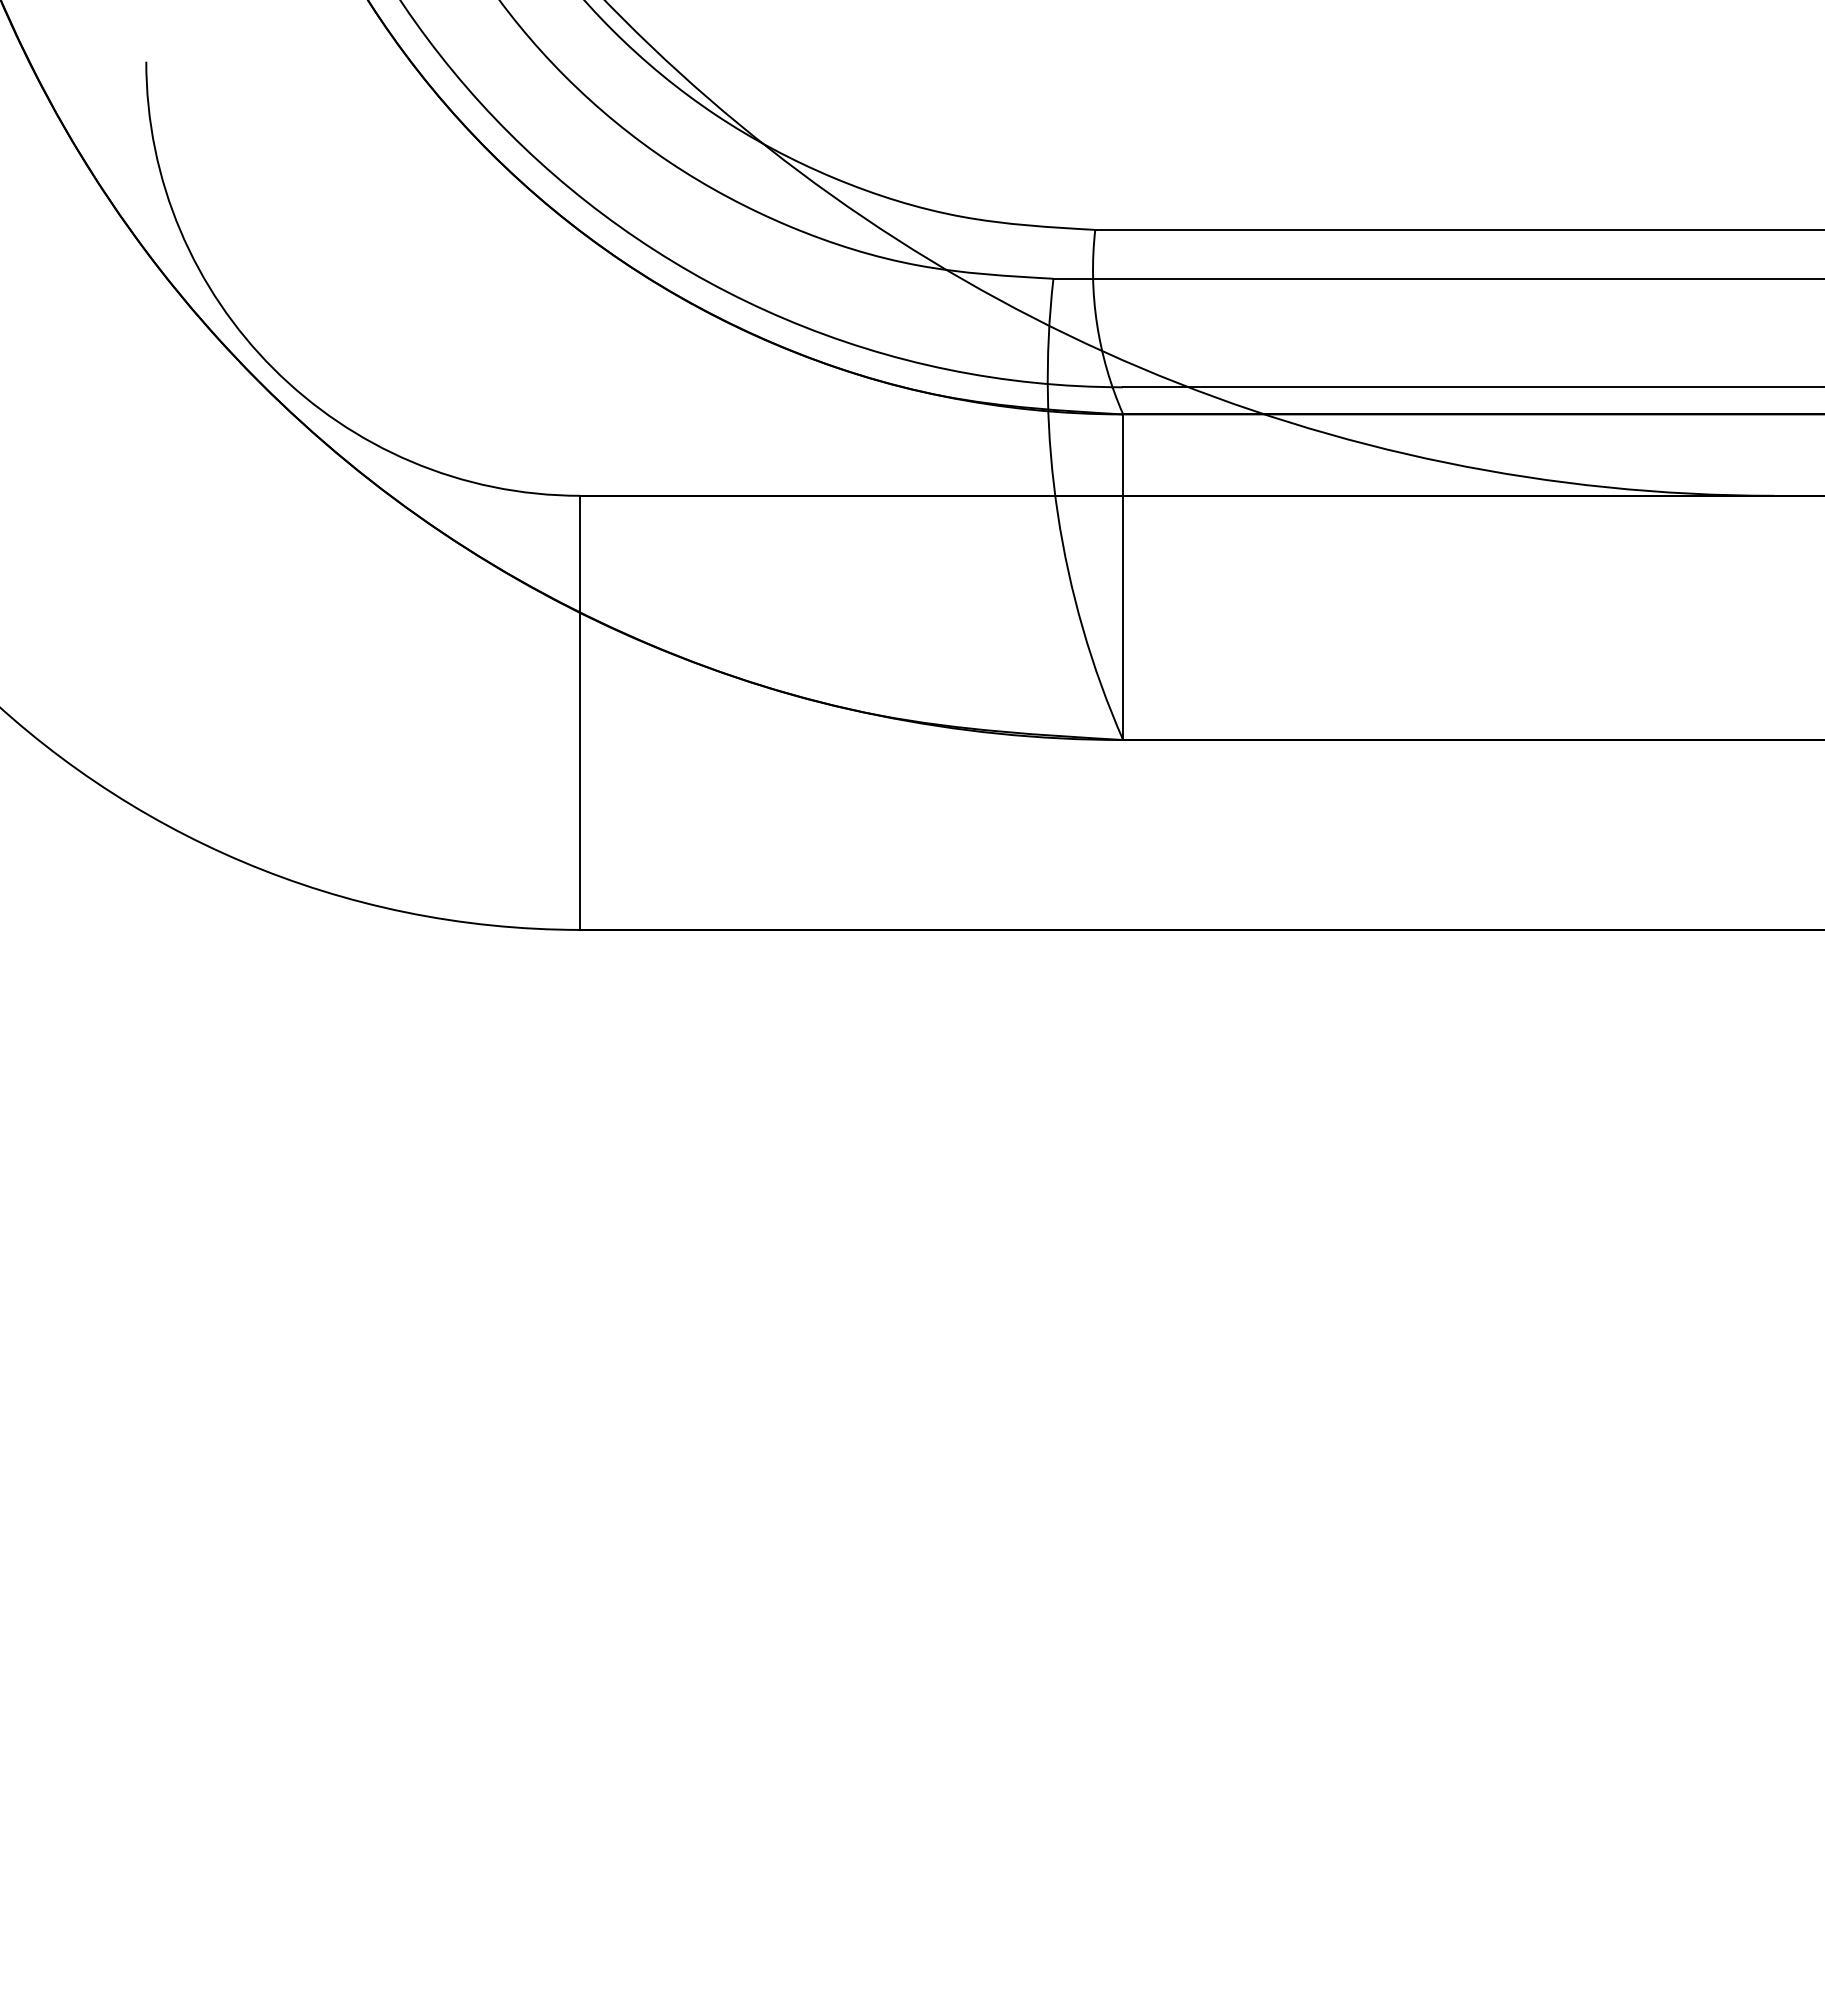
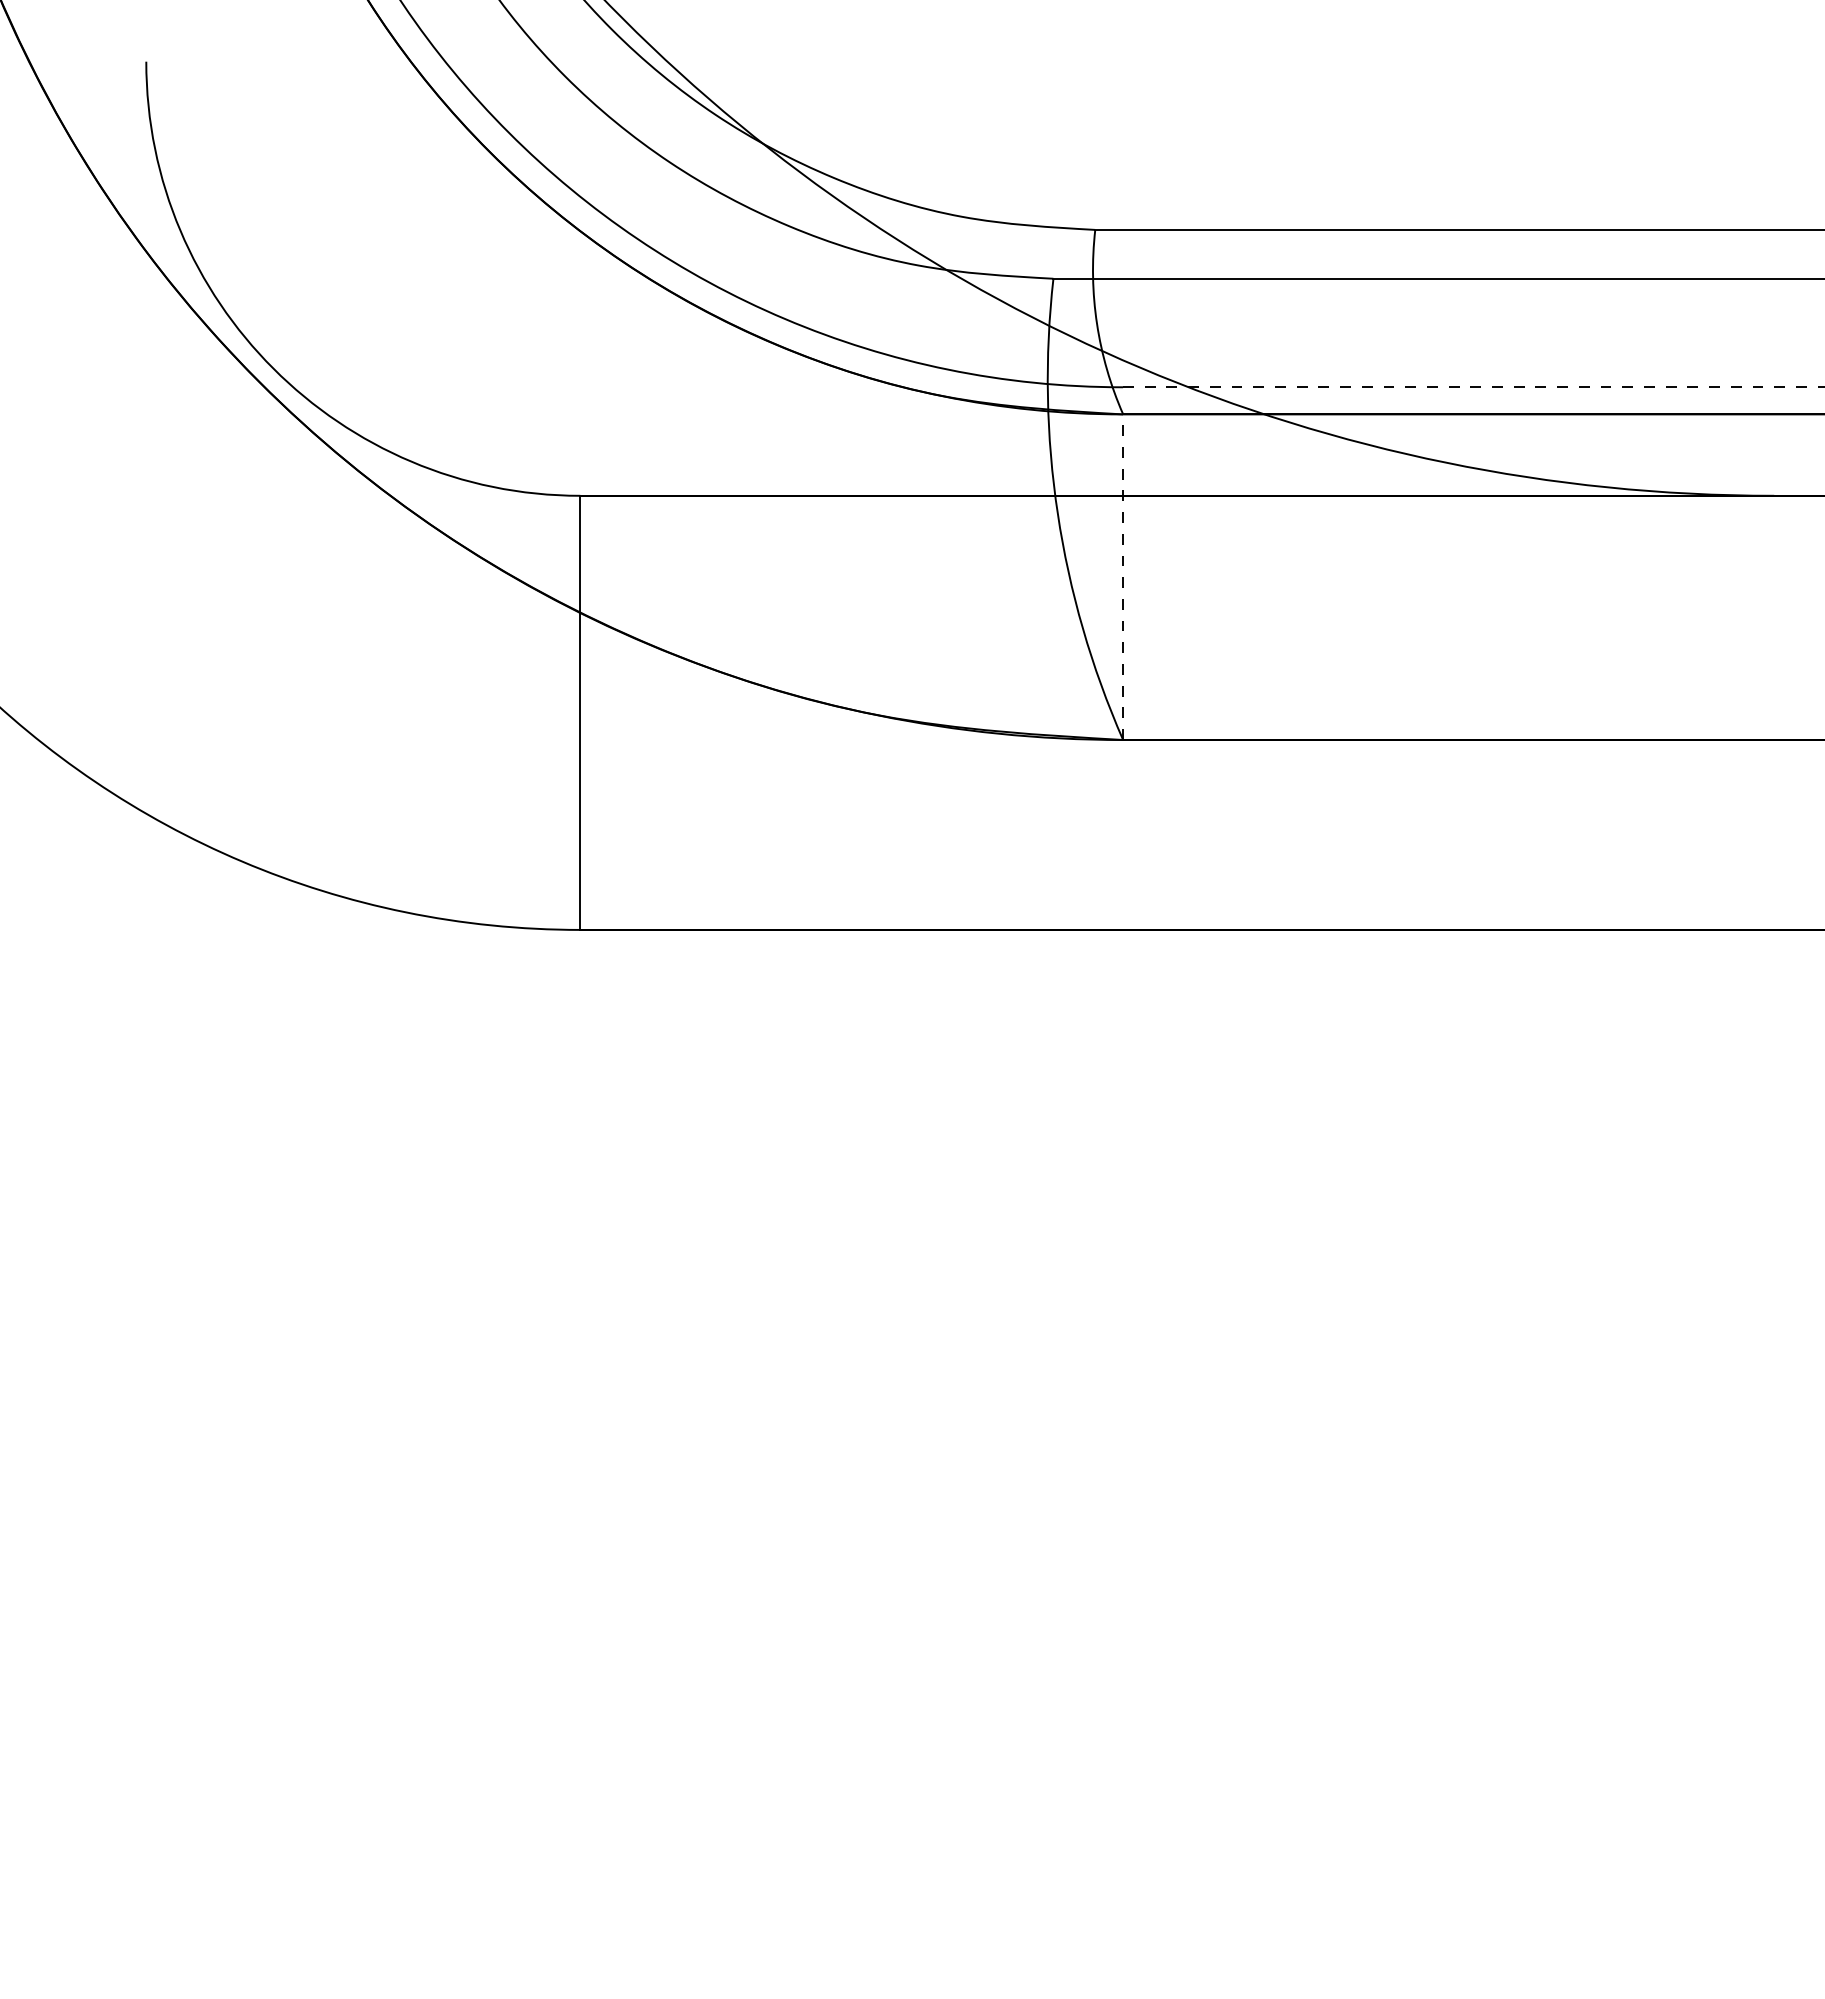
line at (1473, 387): solid -> dashed
line at (1123, 577): solid -> dashed
